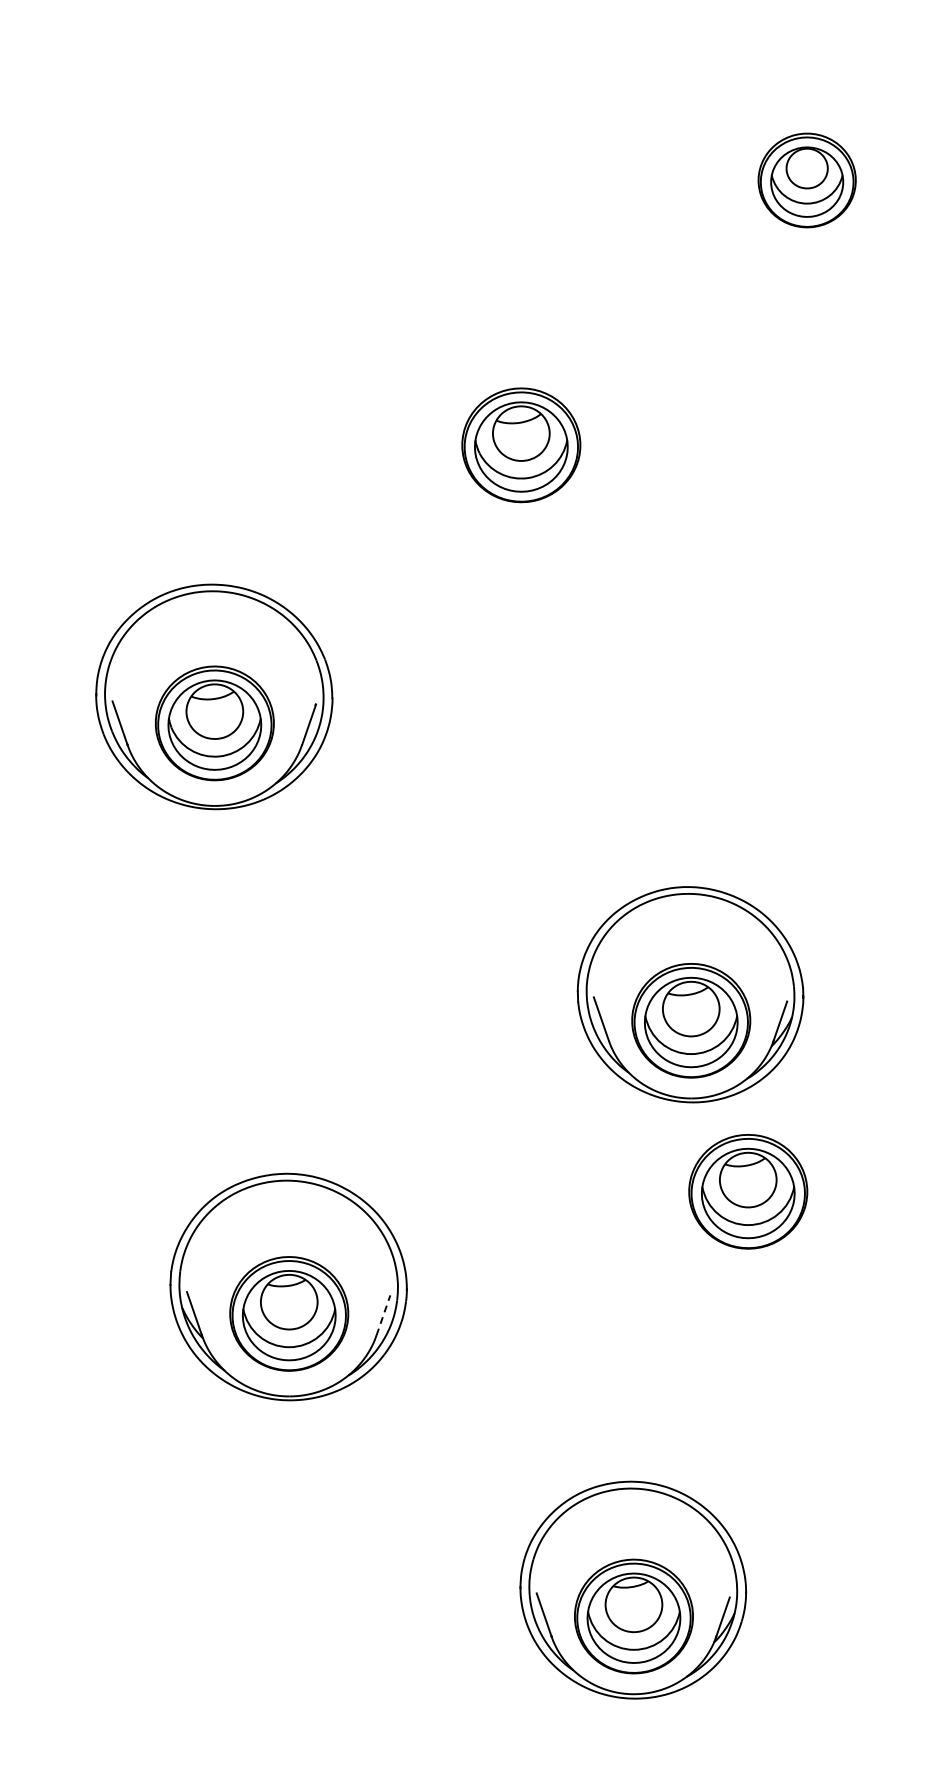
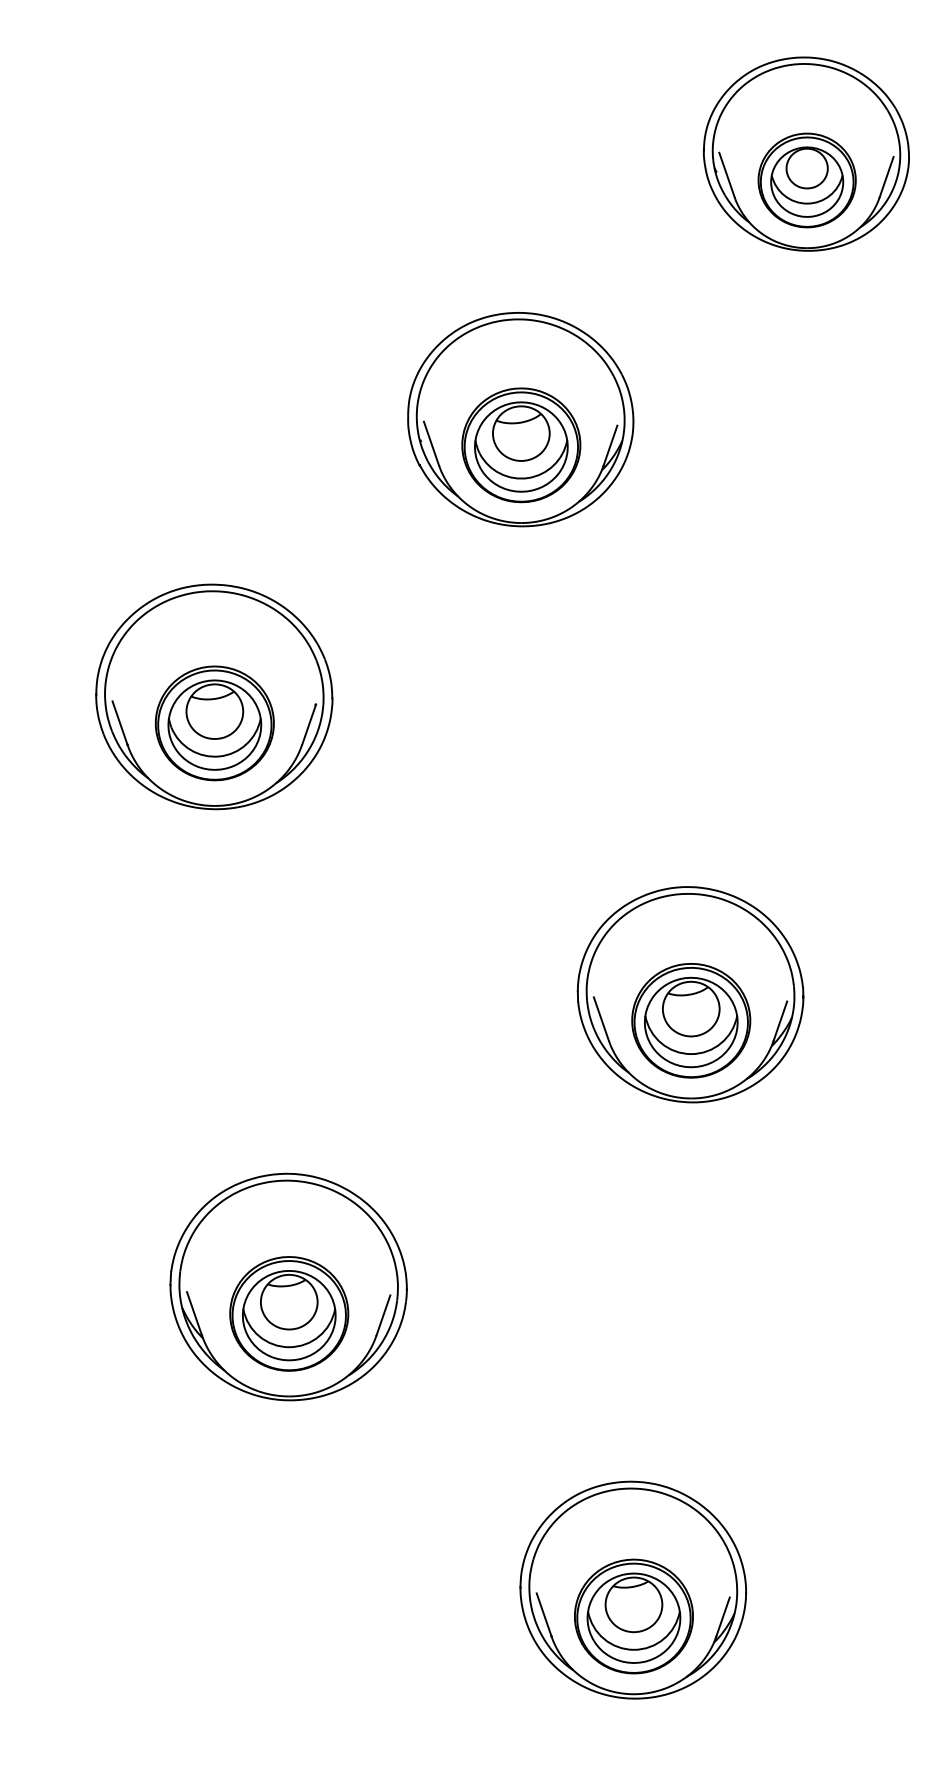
part at (805, 153): none -> present
part at (520, 419): none -> present
part at (748, 1191): present -> none
line at (383, 1314): dashed -> solid
